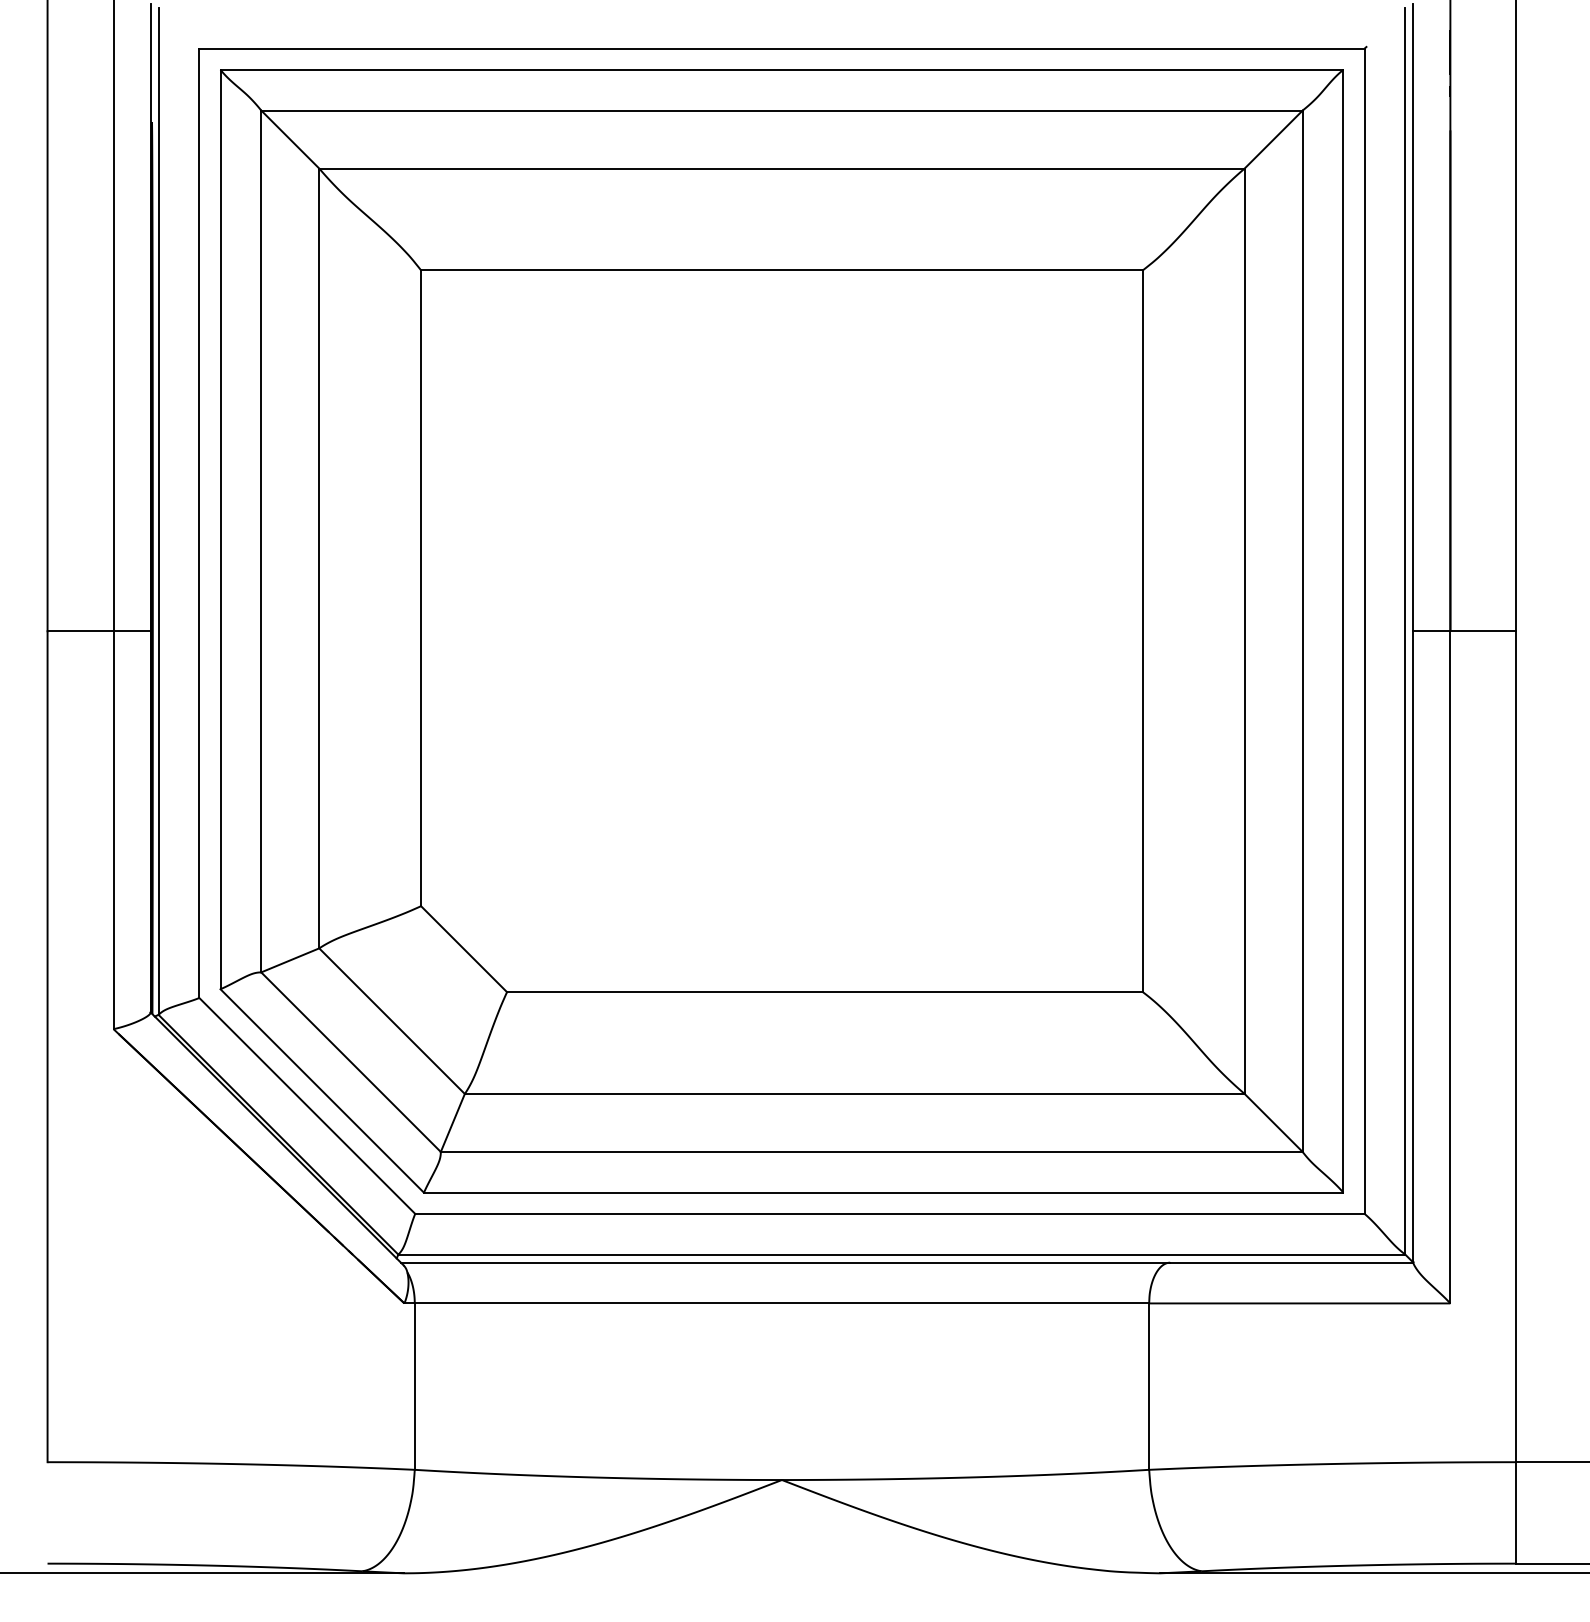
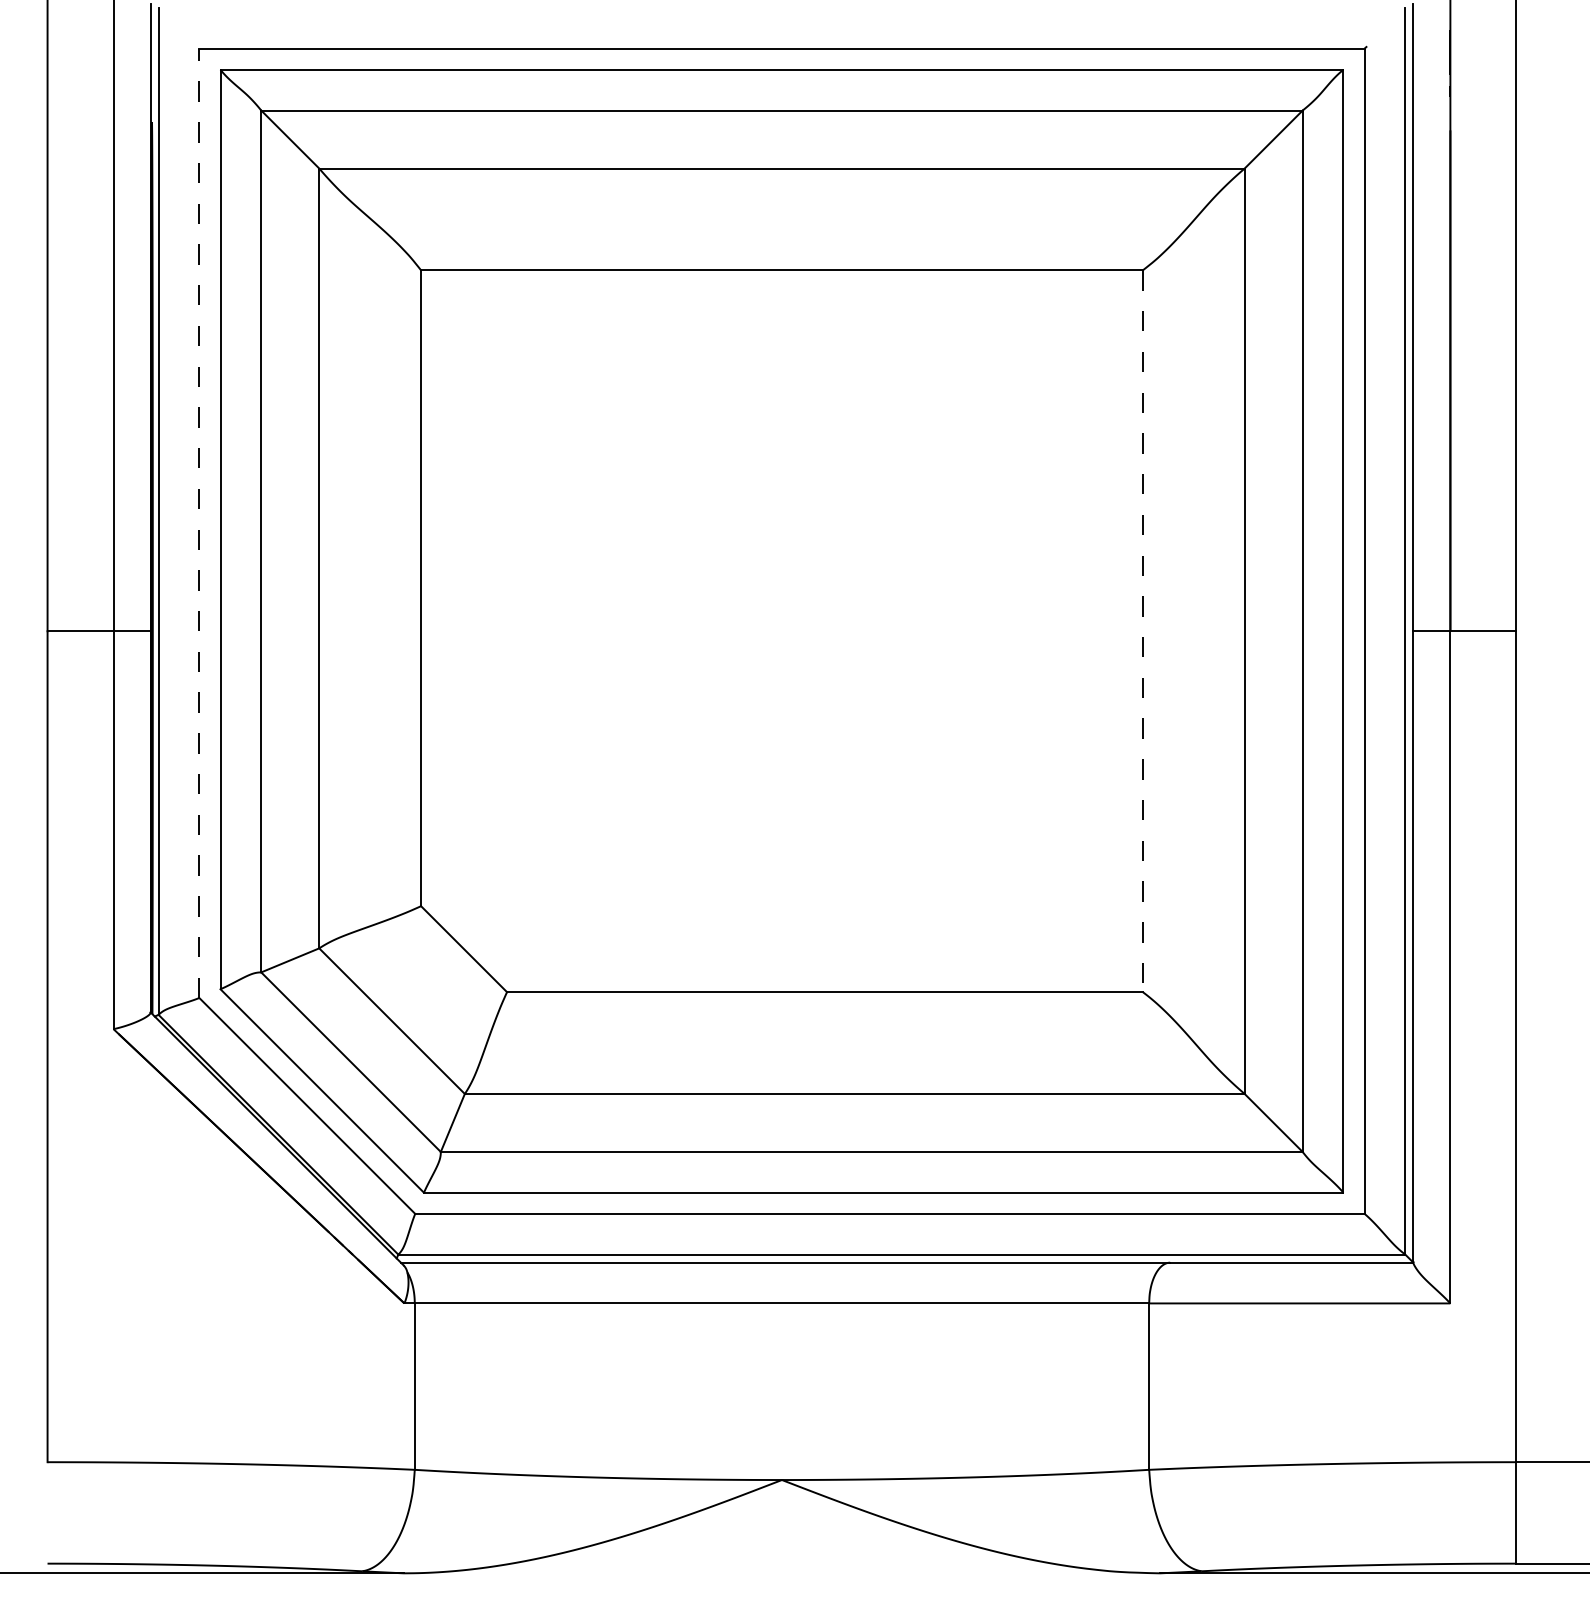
line at (199, 523): solid -> dashed
line at (1142, 631): solid -> dashed
